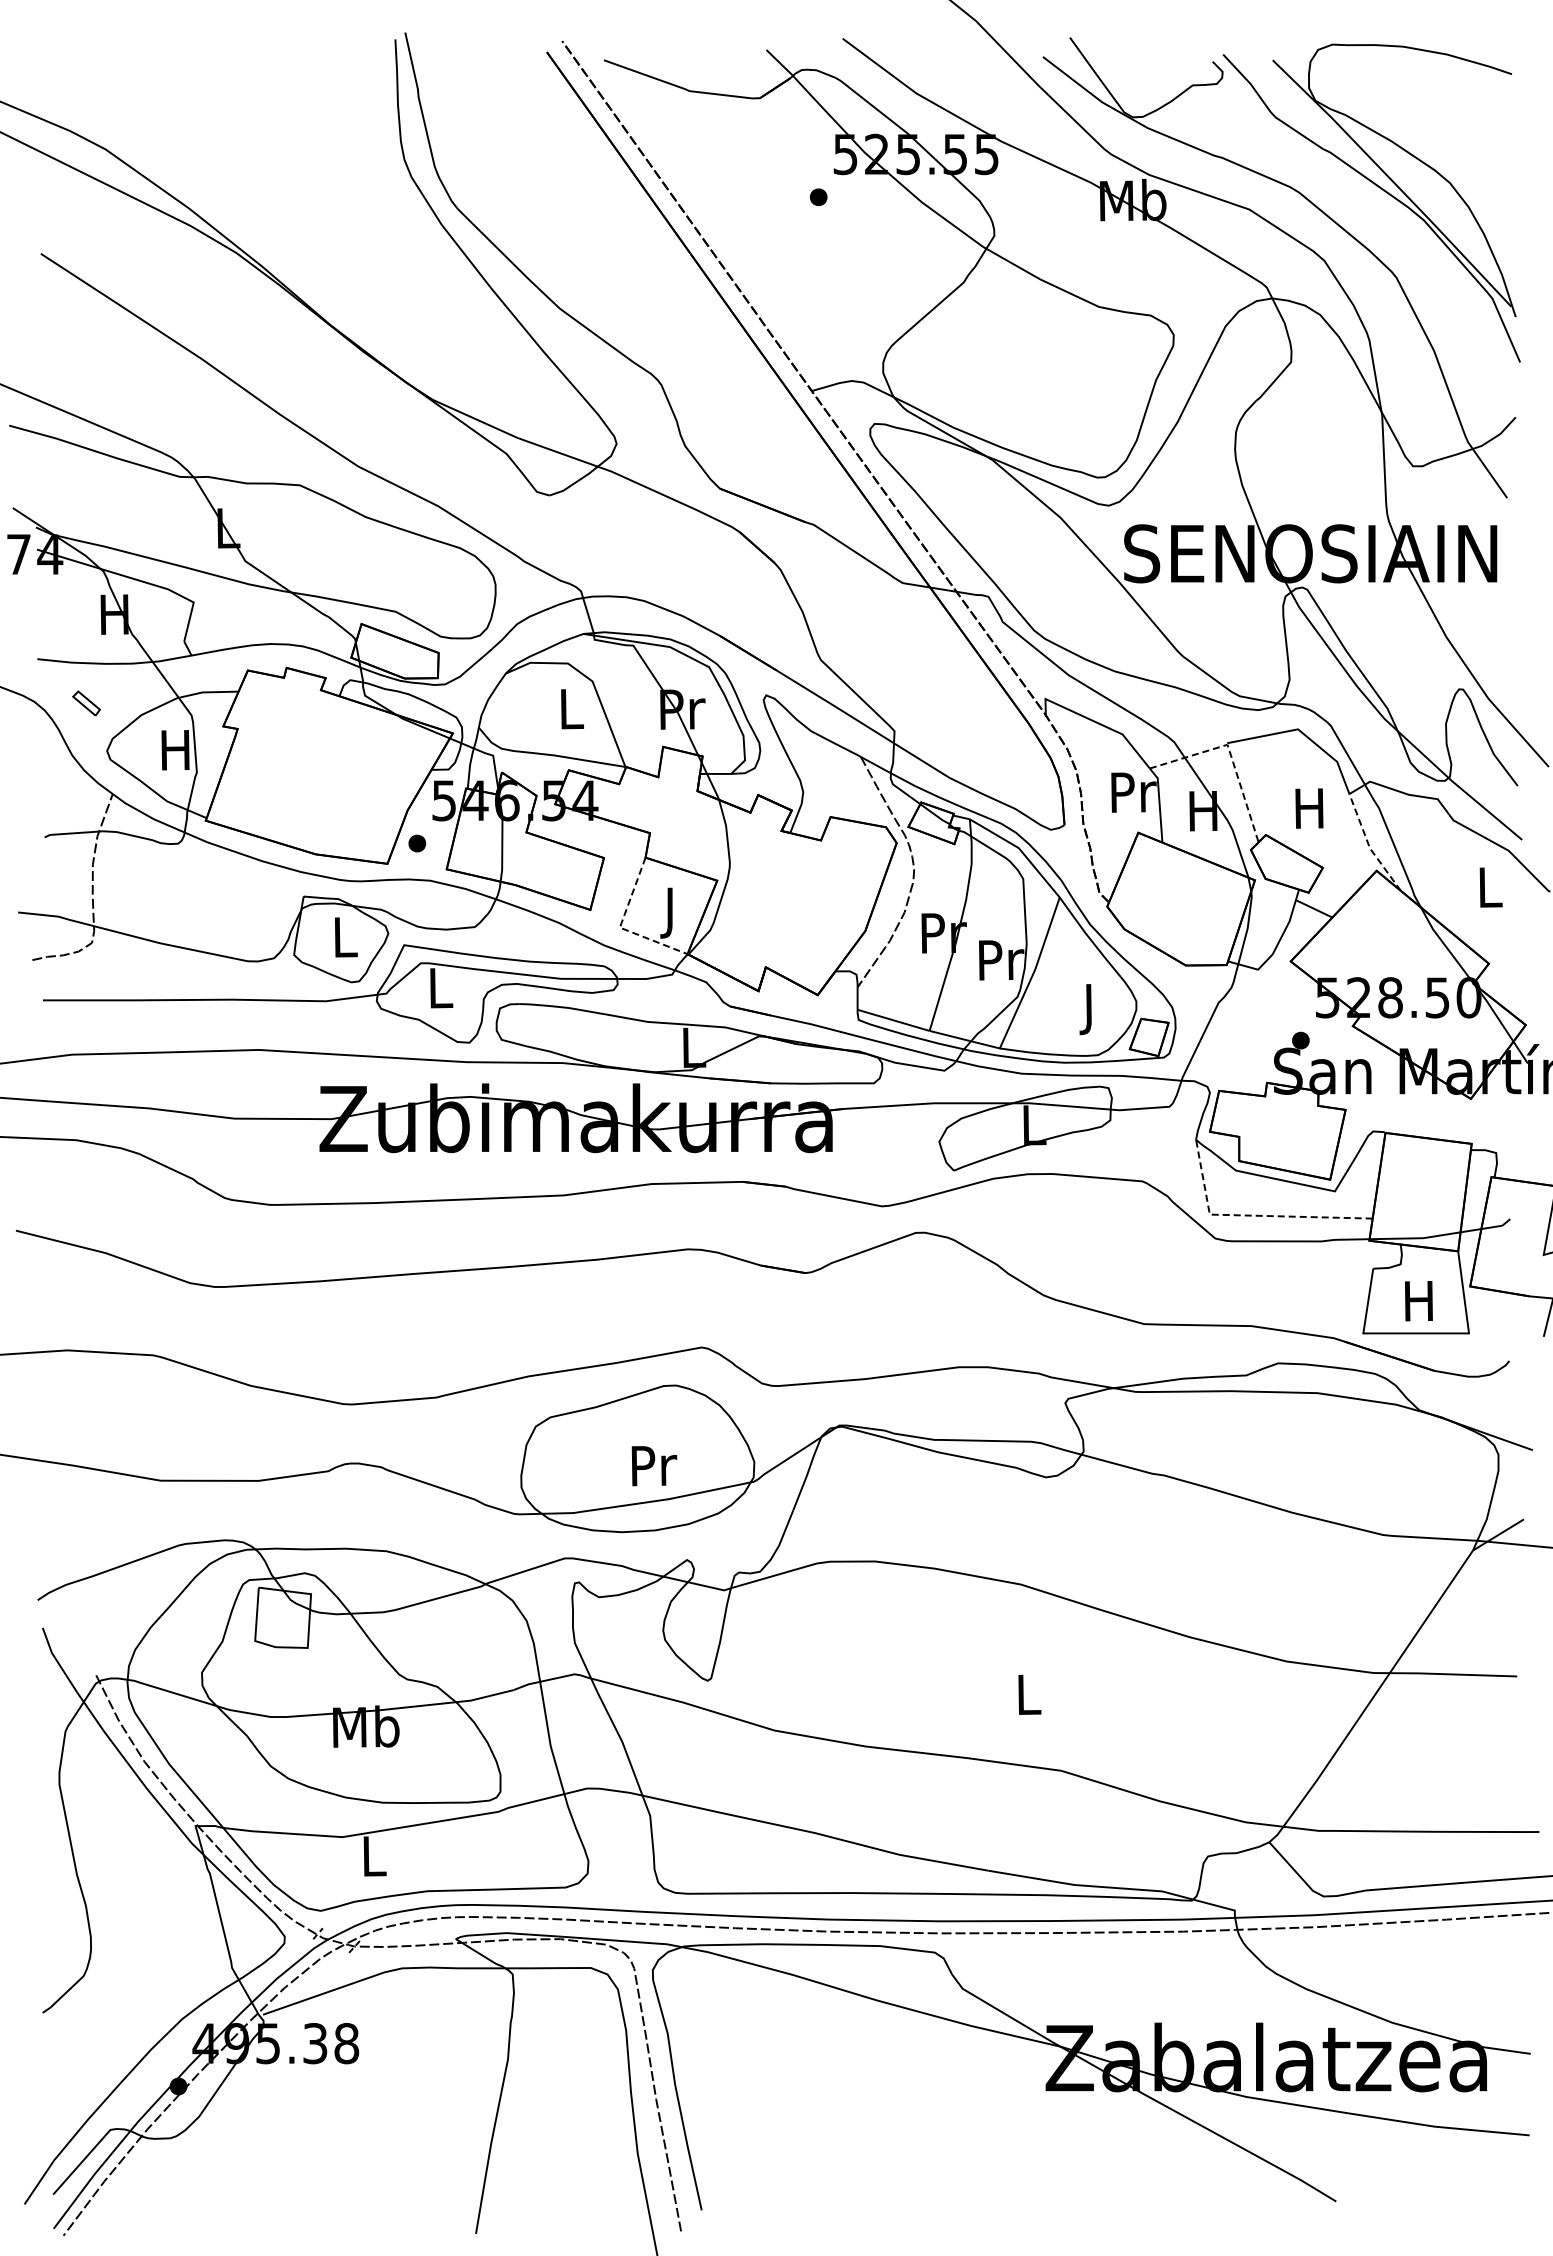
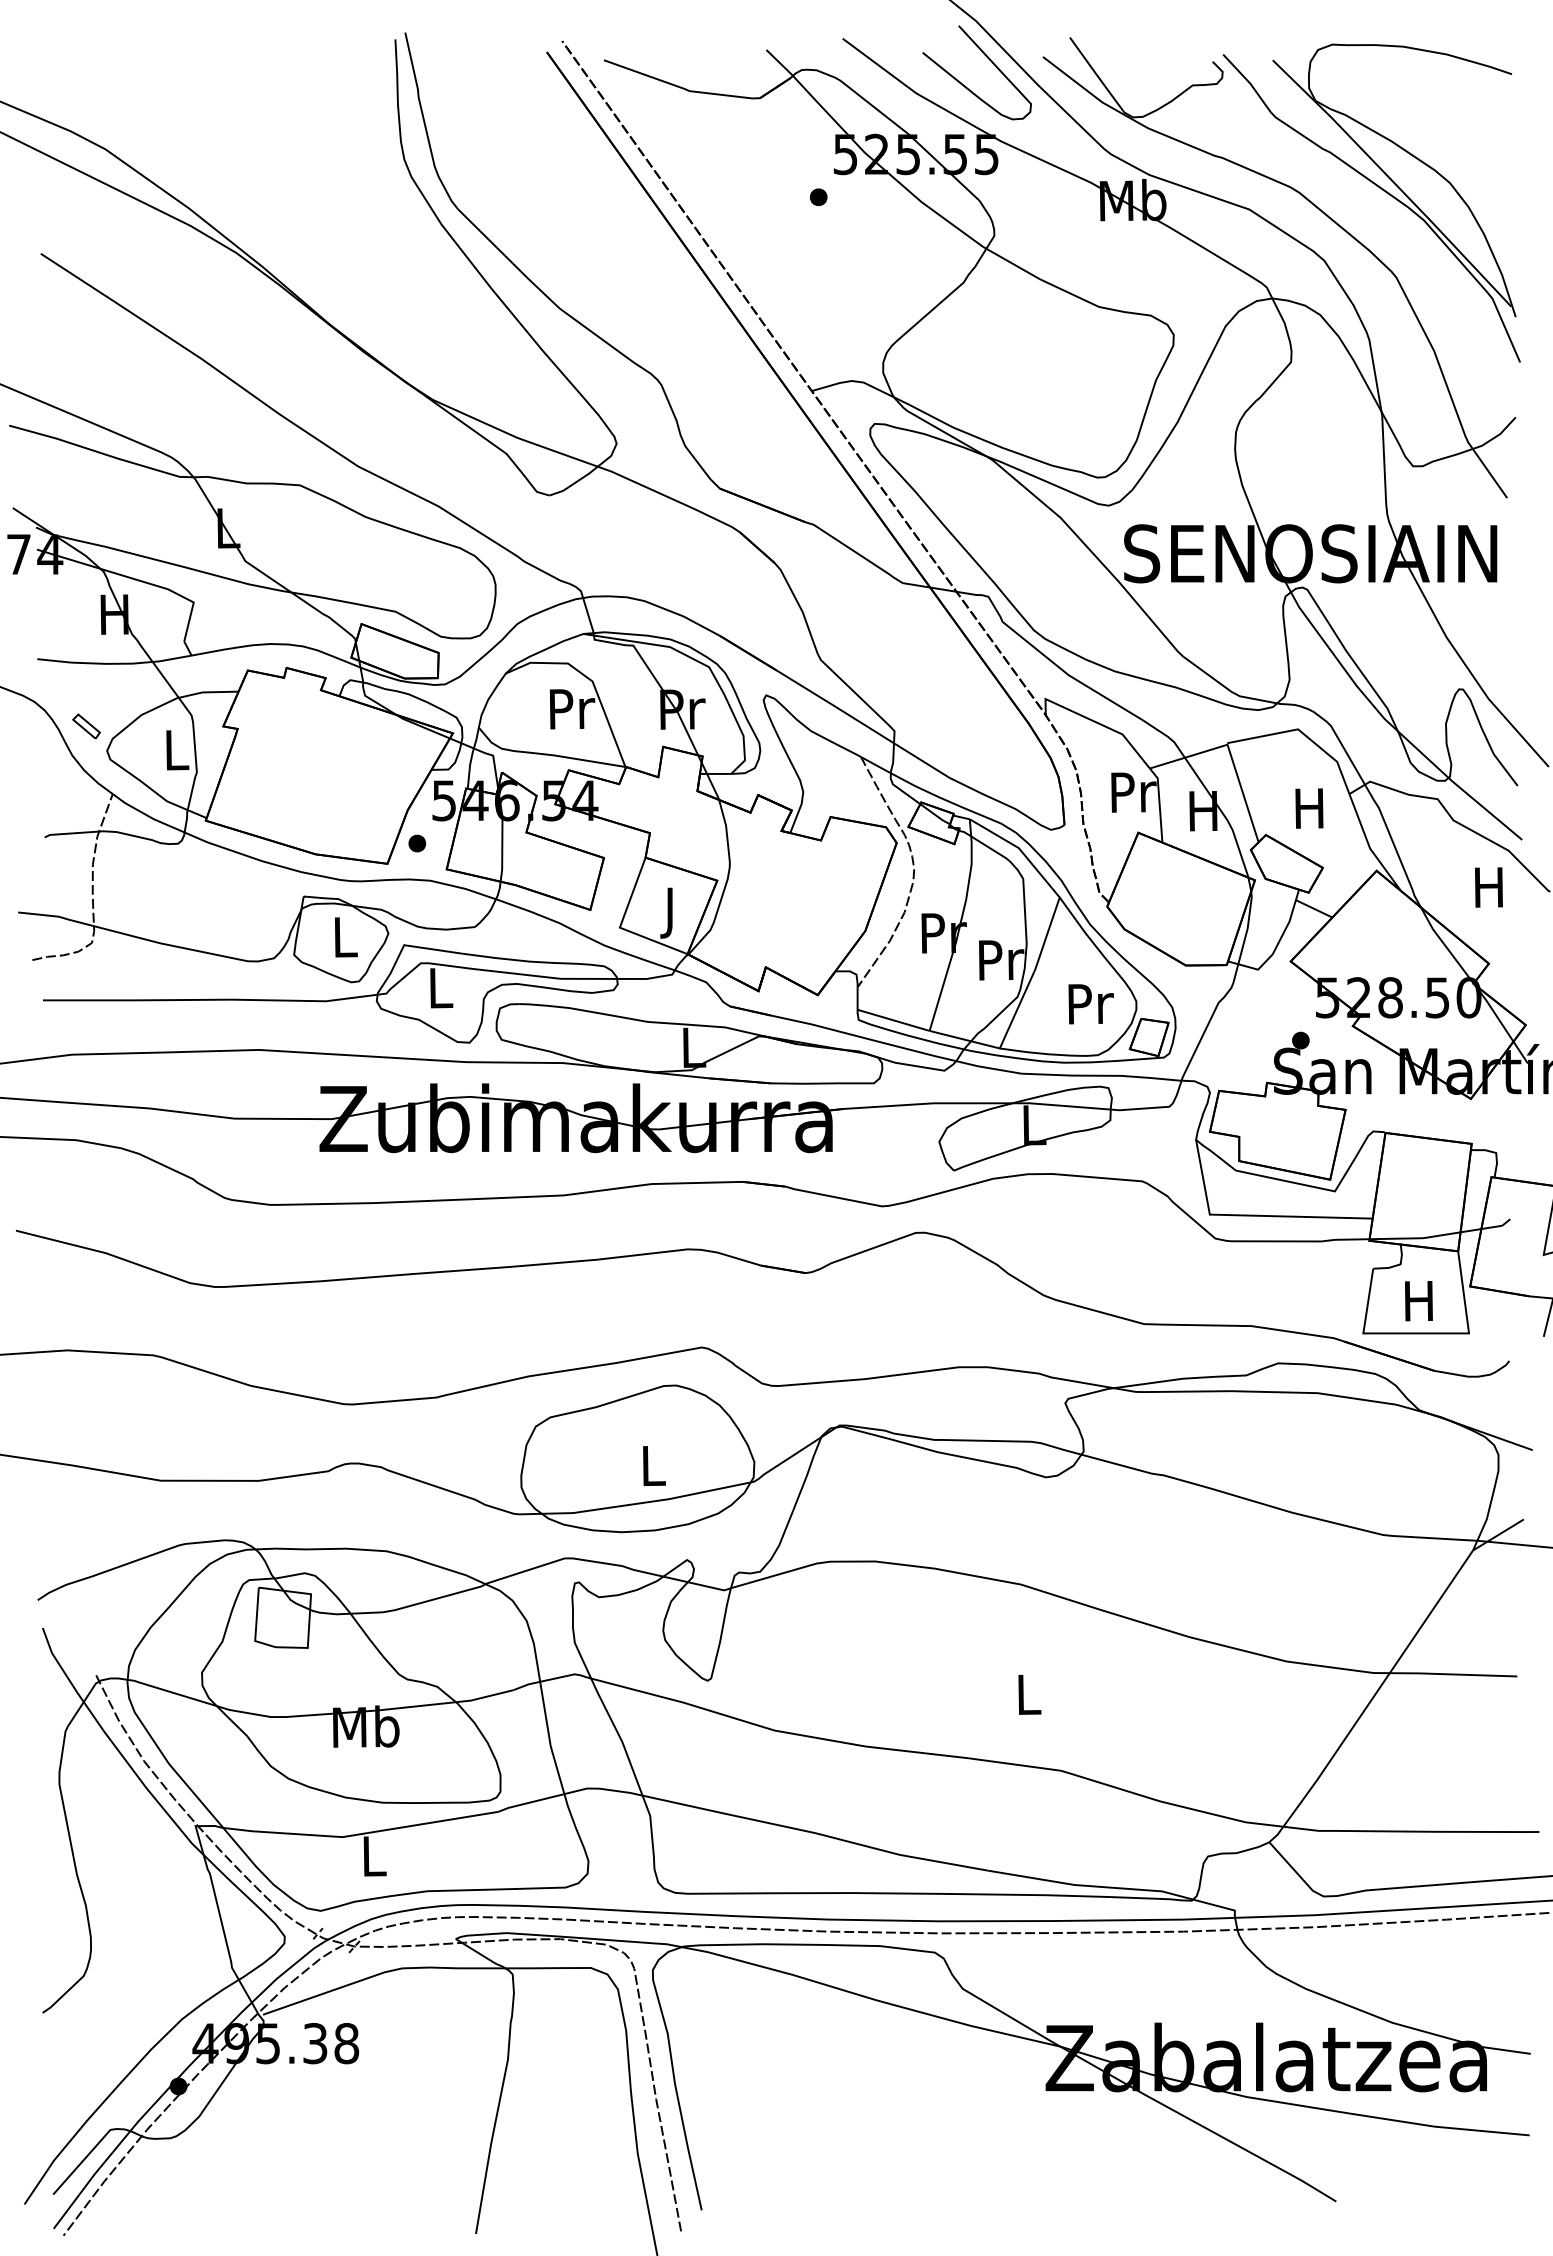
curve at (965, 85): none -> present
part at (86, 702) position: (86, 702) -> (86, 725)
text at (572, 709): L -> Pr
text at (175, 750): H -> L
line at (1230, 754): dashed -> solid
line at (1369, 845): dashed -> solid
text at (1488, 887): L -> H
line at (619, 927): dashed -> solid
text at (1090, 1009): J -> Pr
line at (1251, 1215): dashed -> solid
text at (654, 1466): Pr -> L
